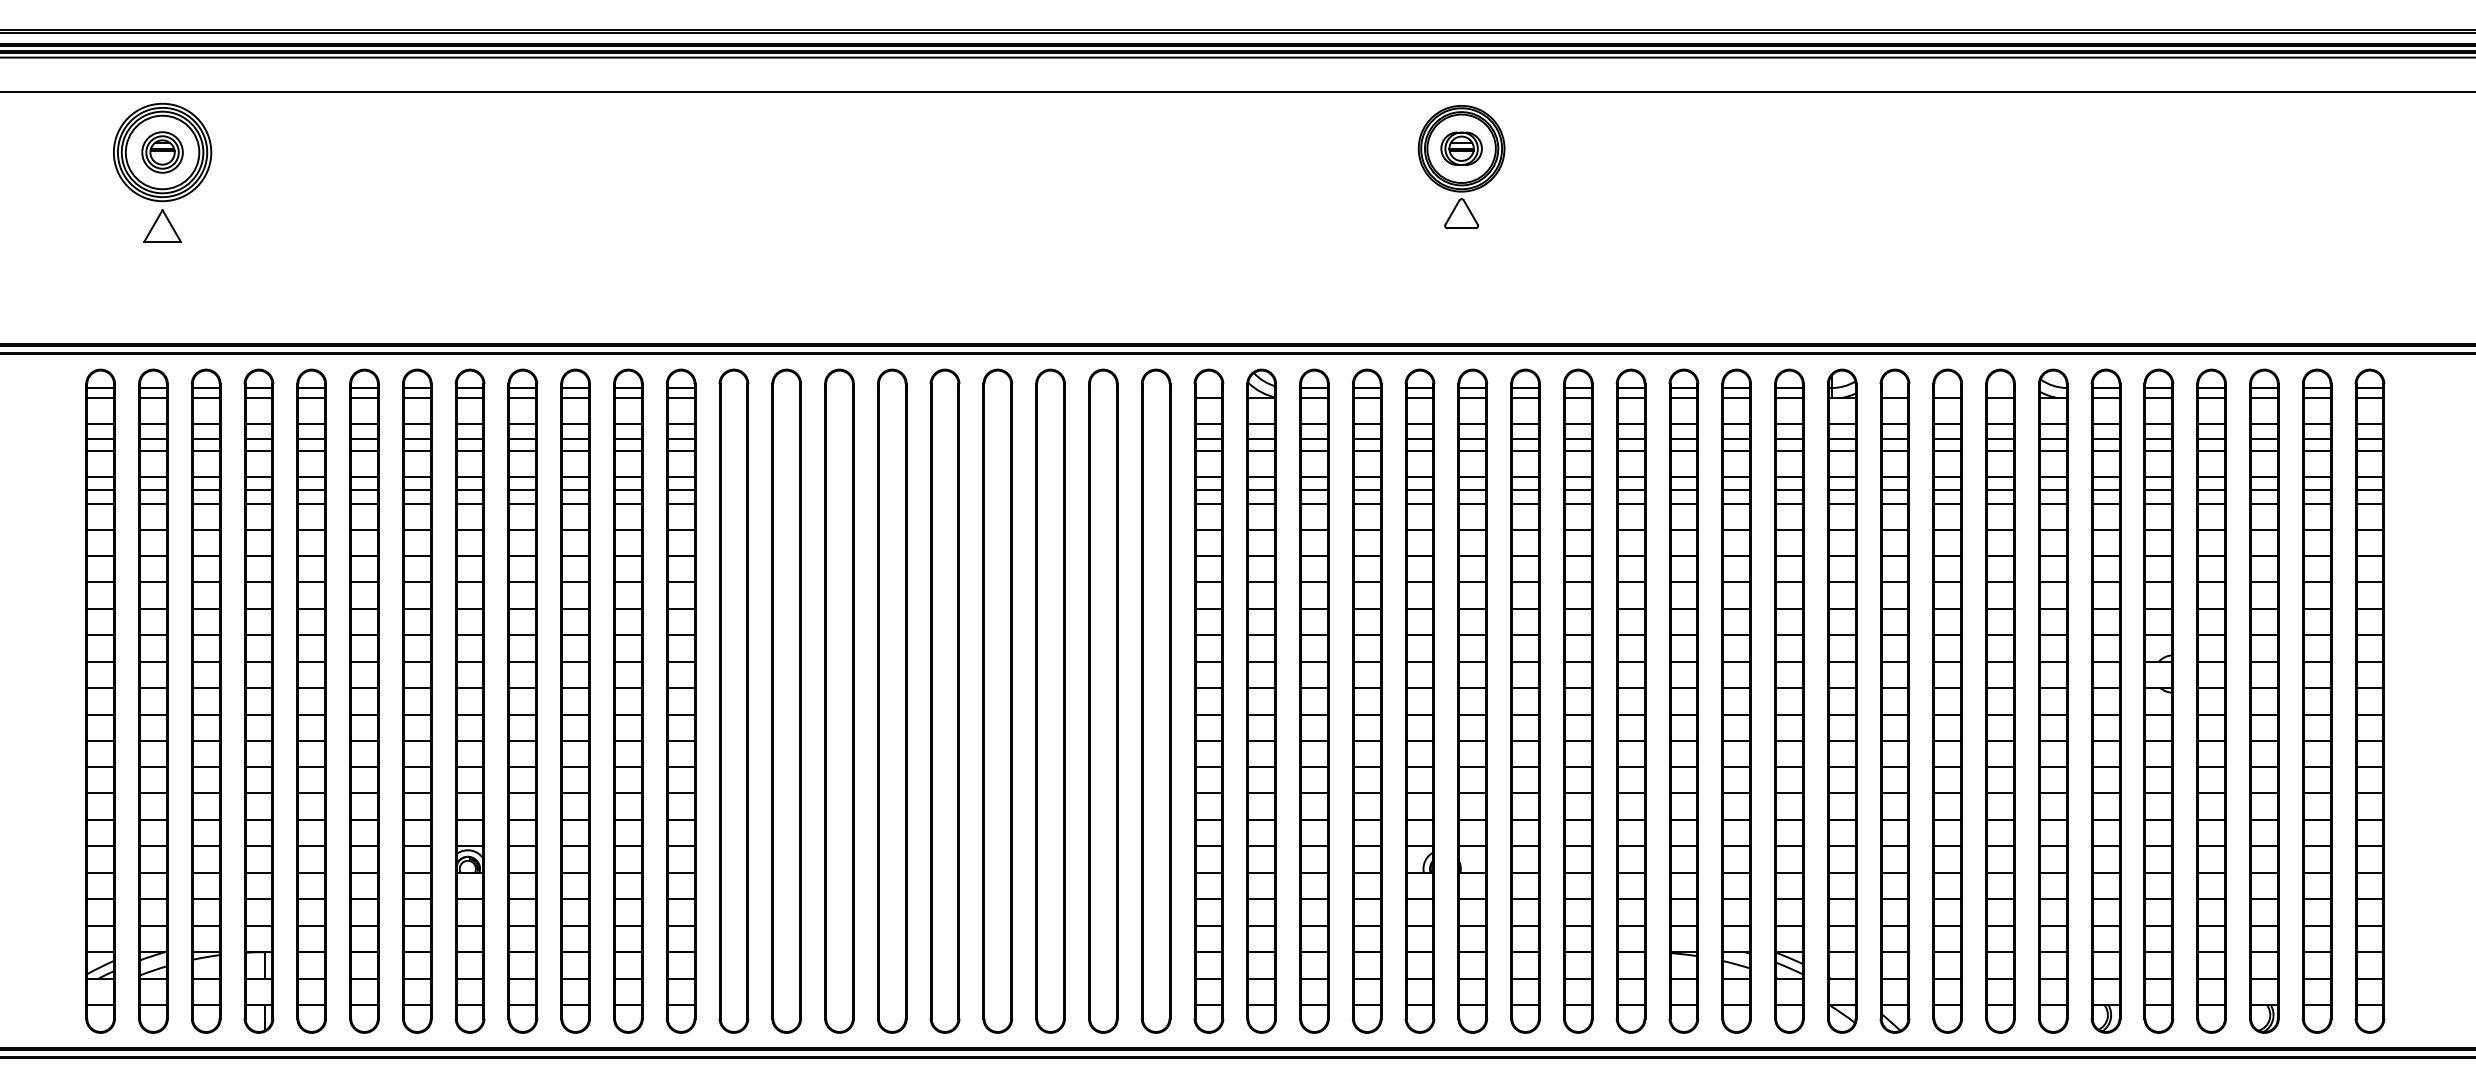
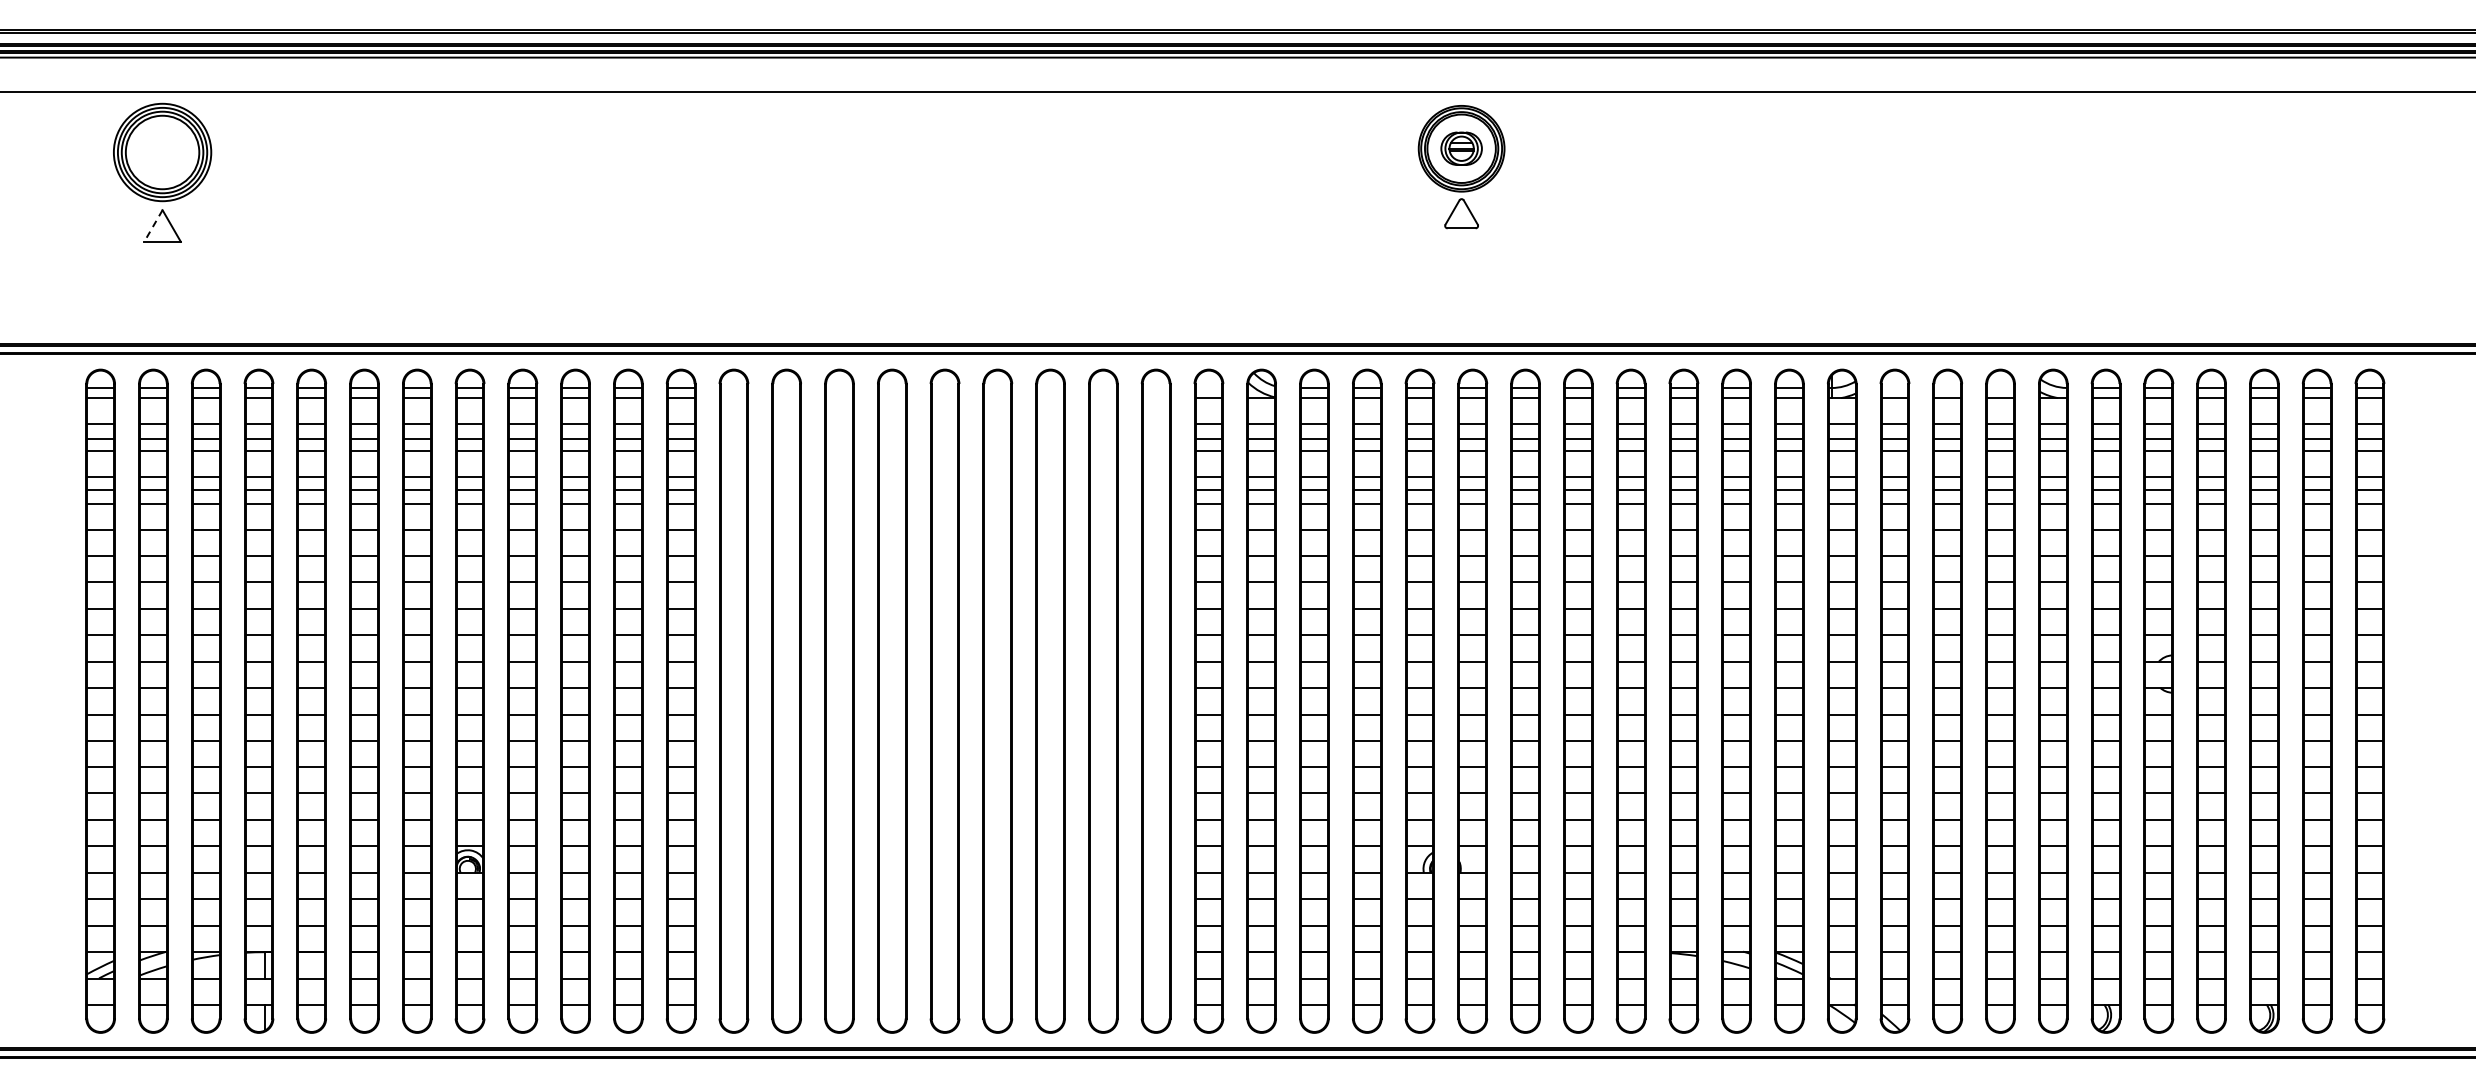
part at (162, 152): present -> none
line at (153, 226): solid -> dashed
